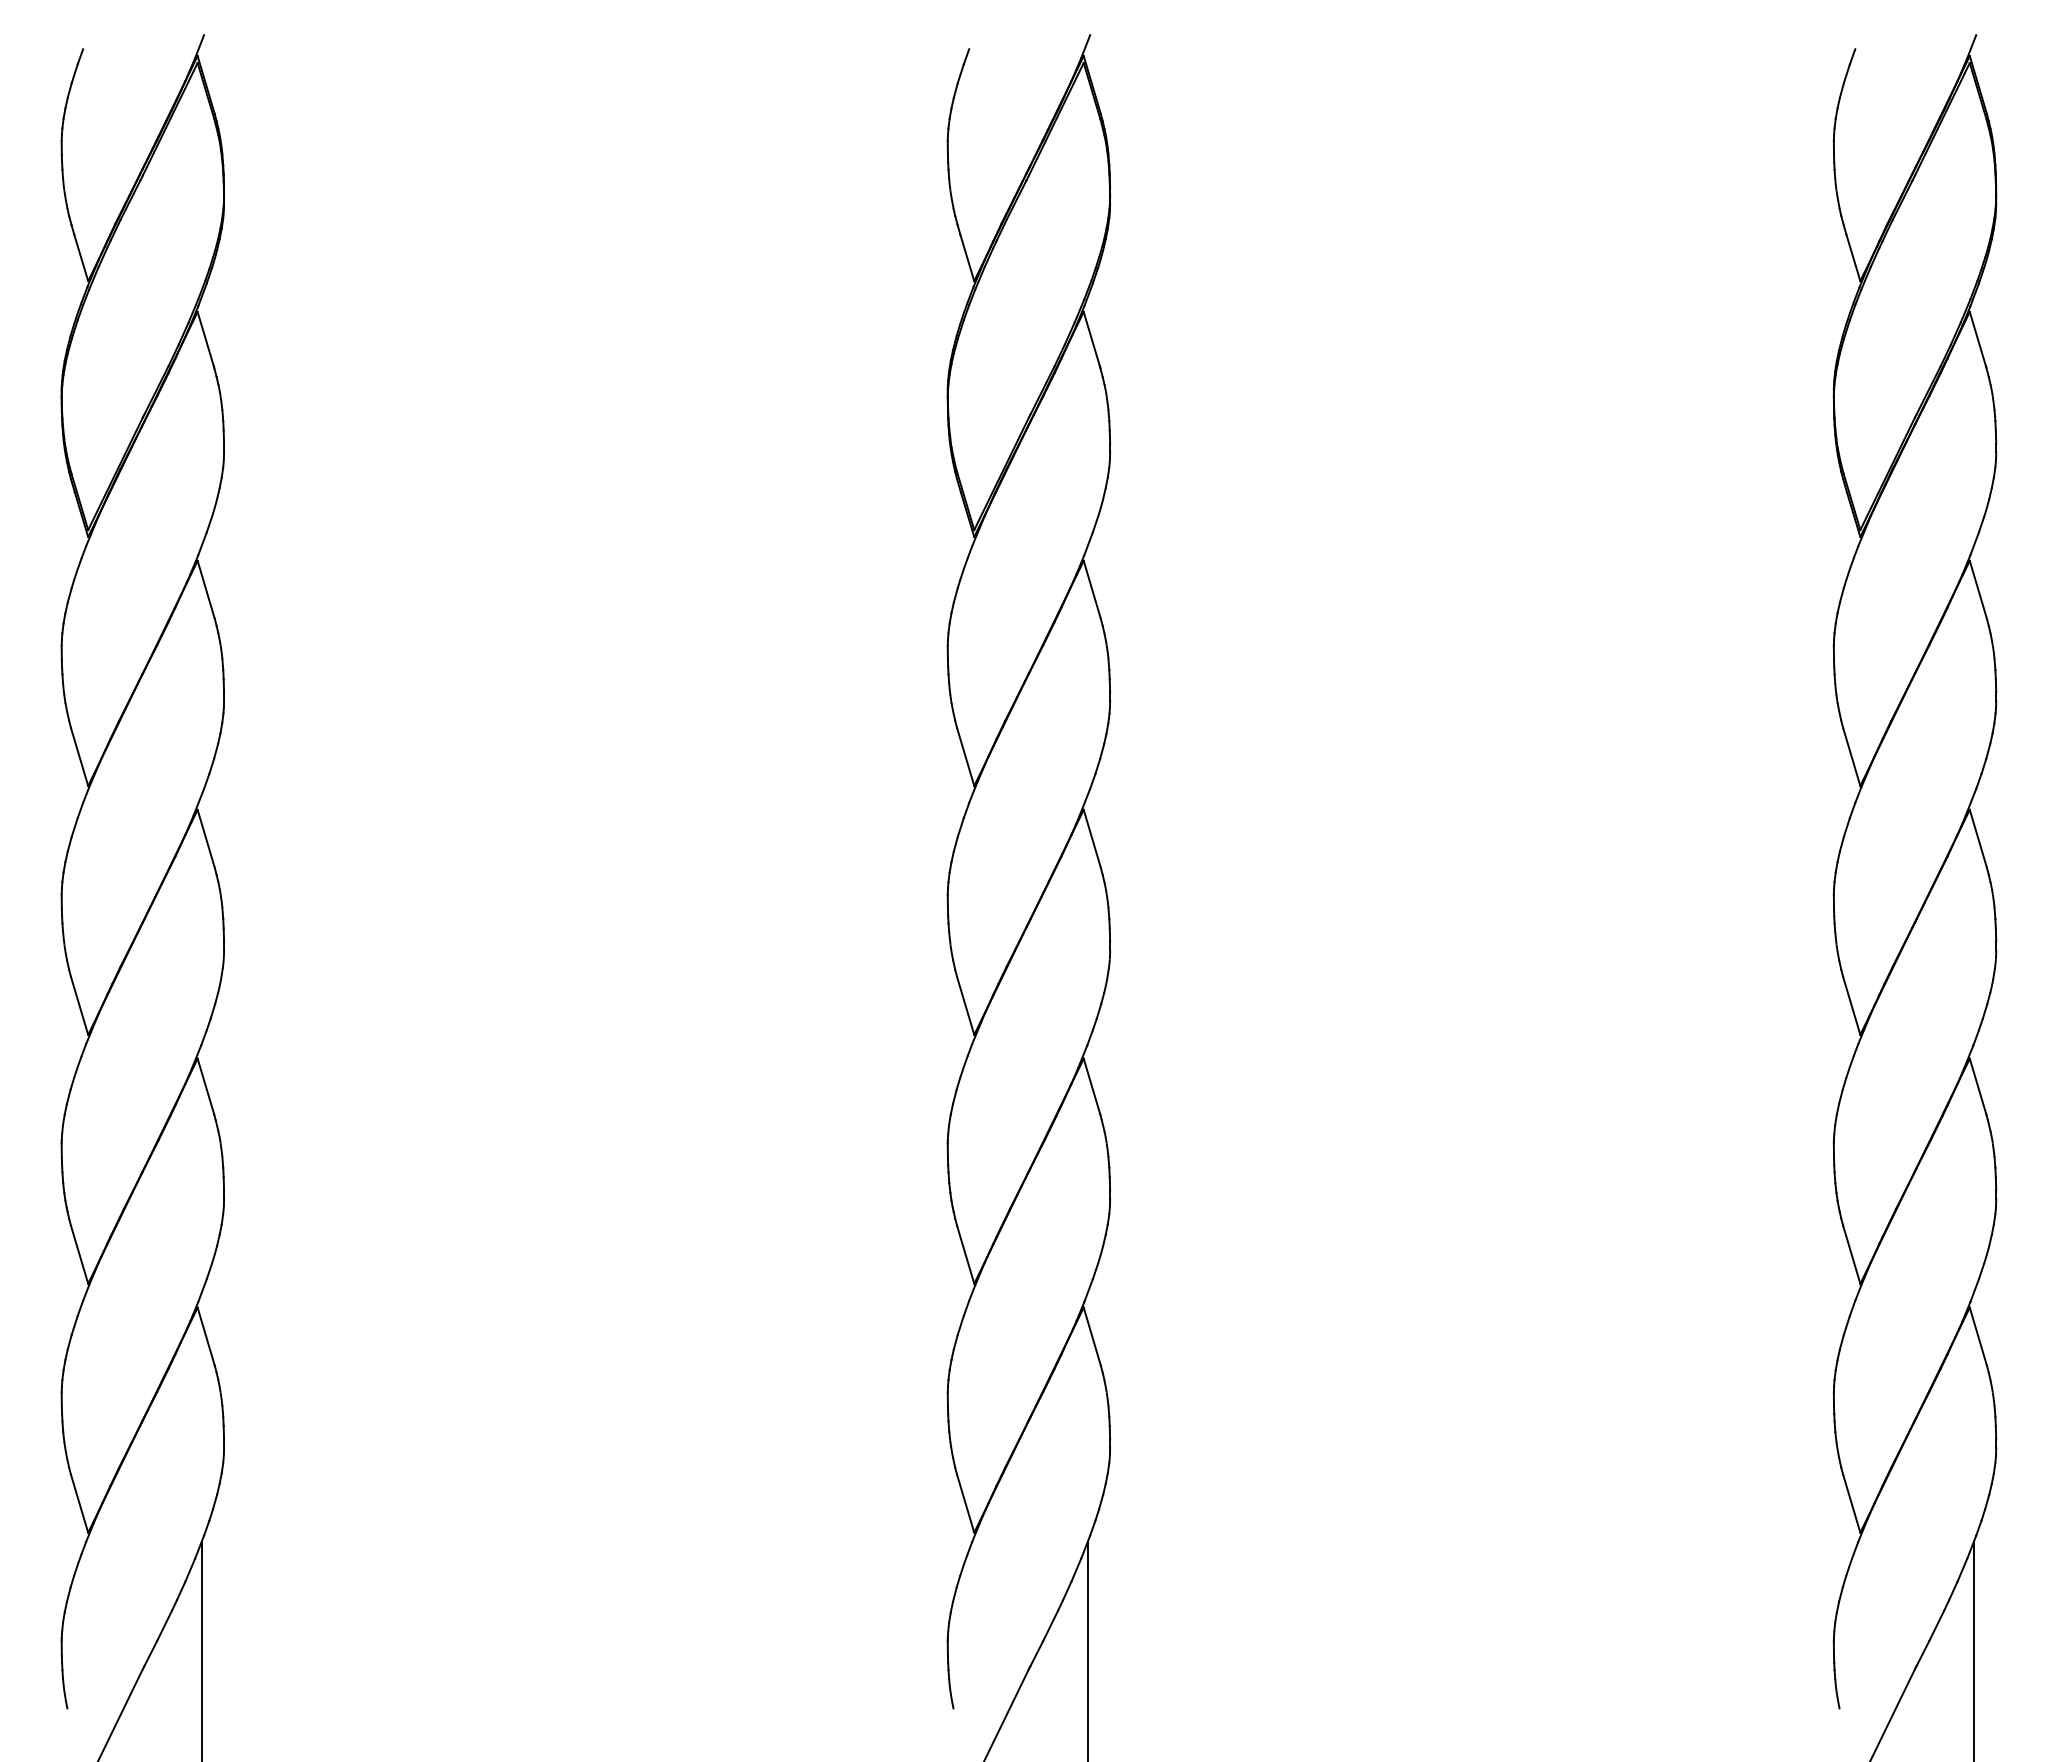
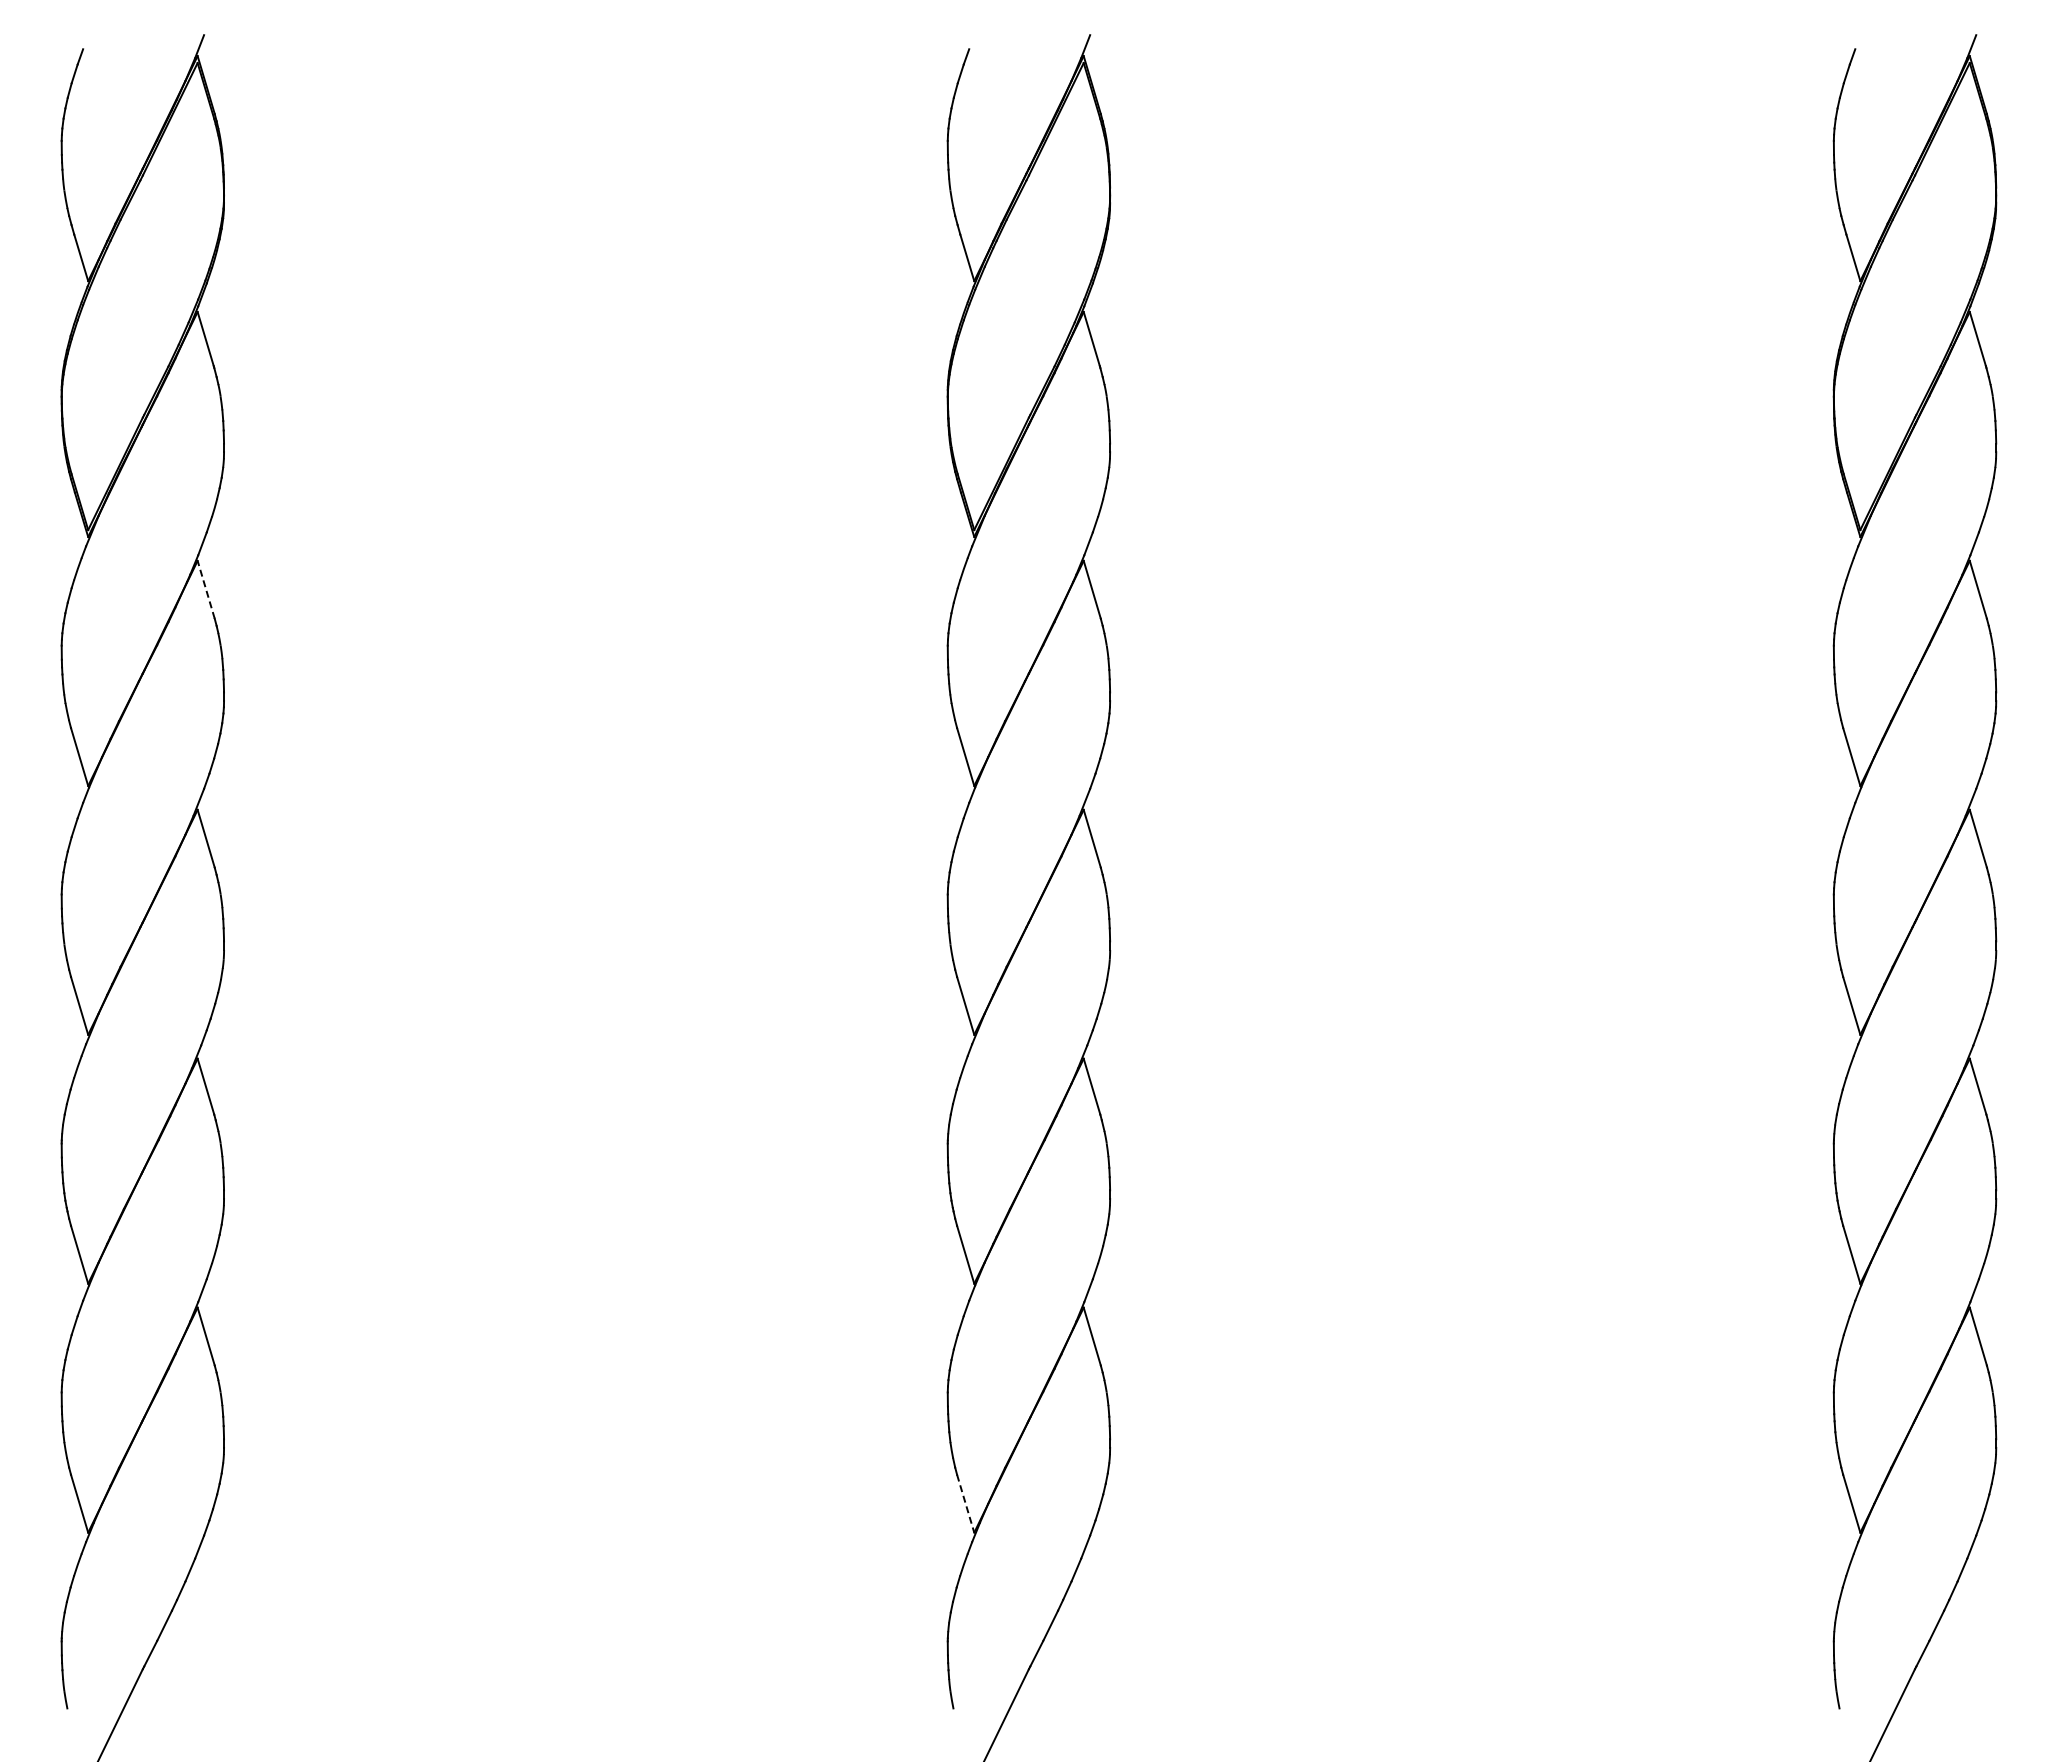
line at (206, 589): solid -> dashed
line at (965, 1504): solid -> dashed
line at (202, 1650): present -> none
line at (1088, 1650): present -> none
line at (1974, 1650): present -> none
